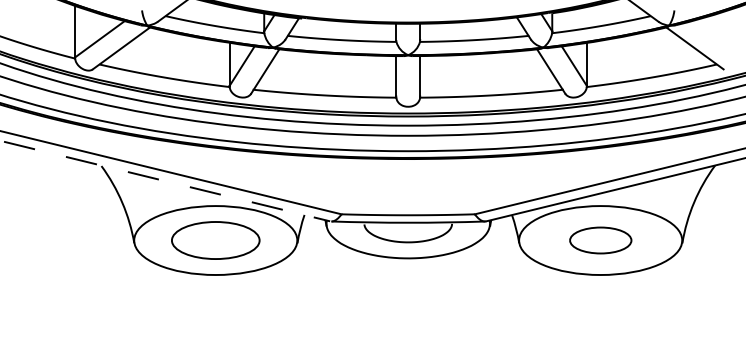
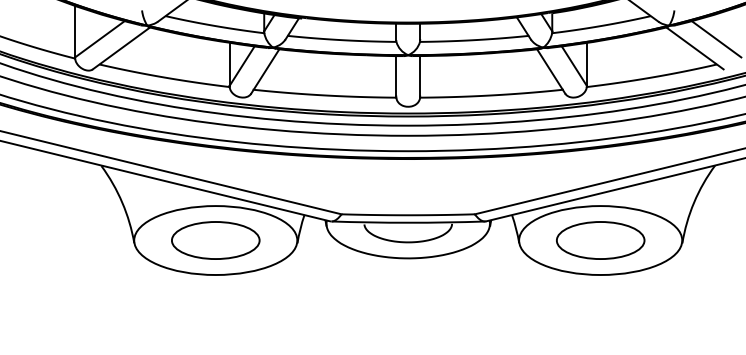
line at (716, 39): none -> present
line at (165, 181): dashed -> solid
part at (600, 240) size: 64x29 px -> 90x39 px
